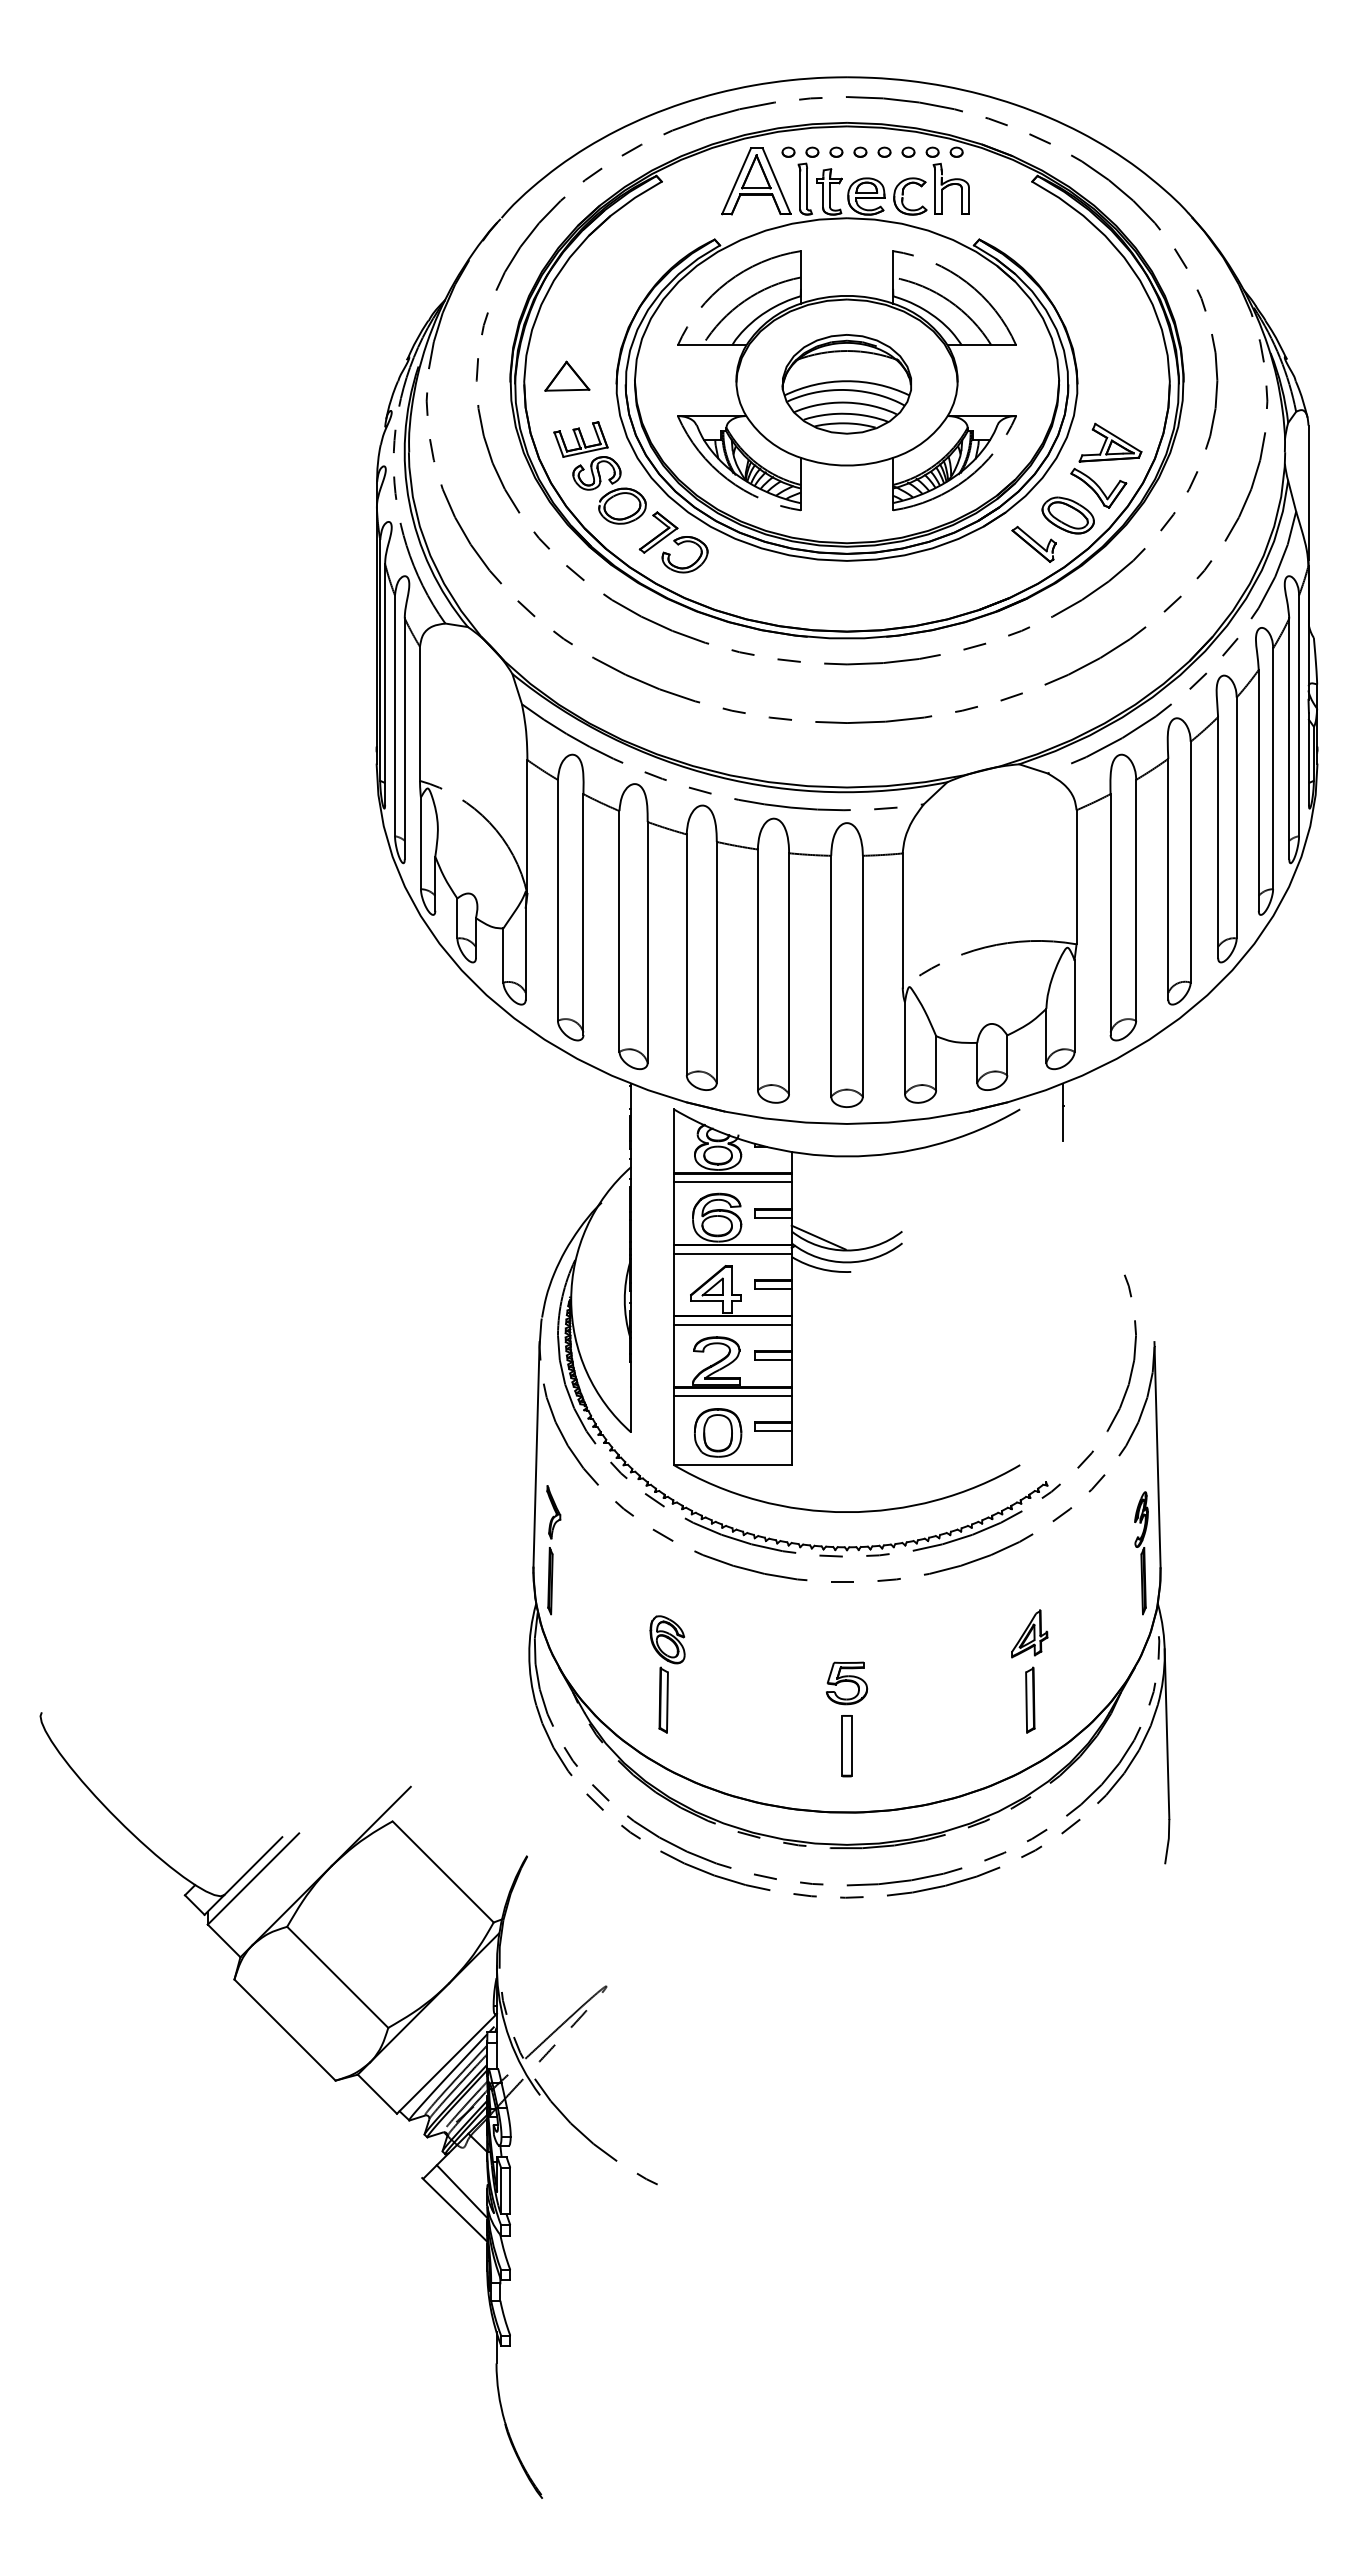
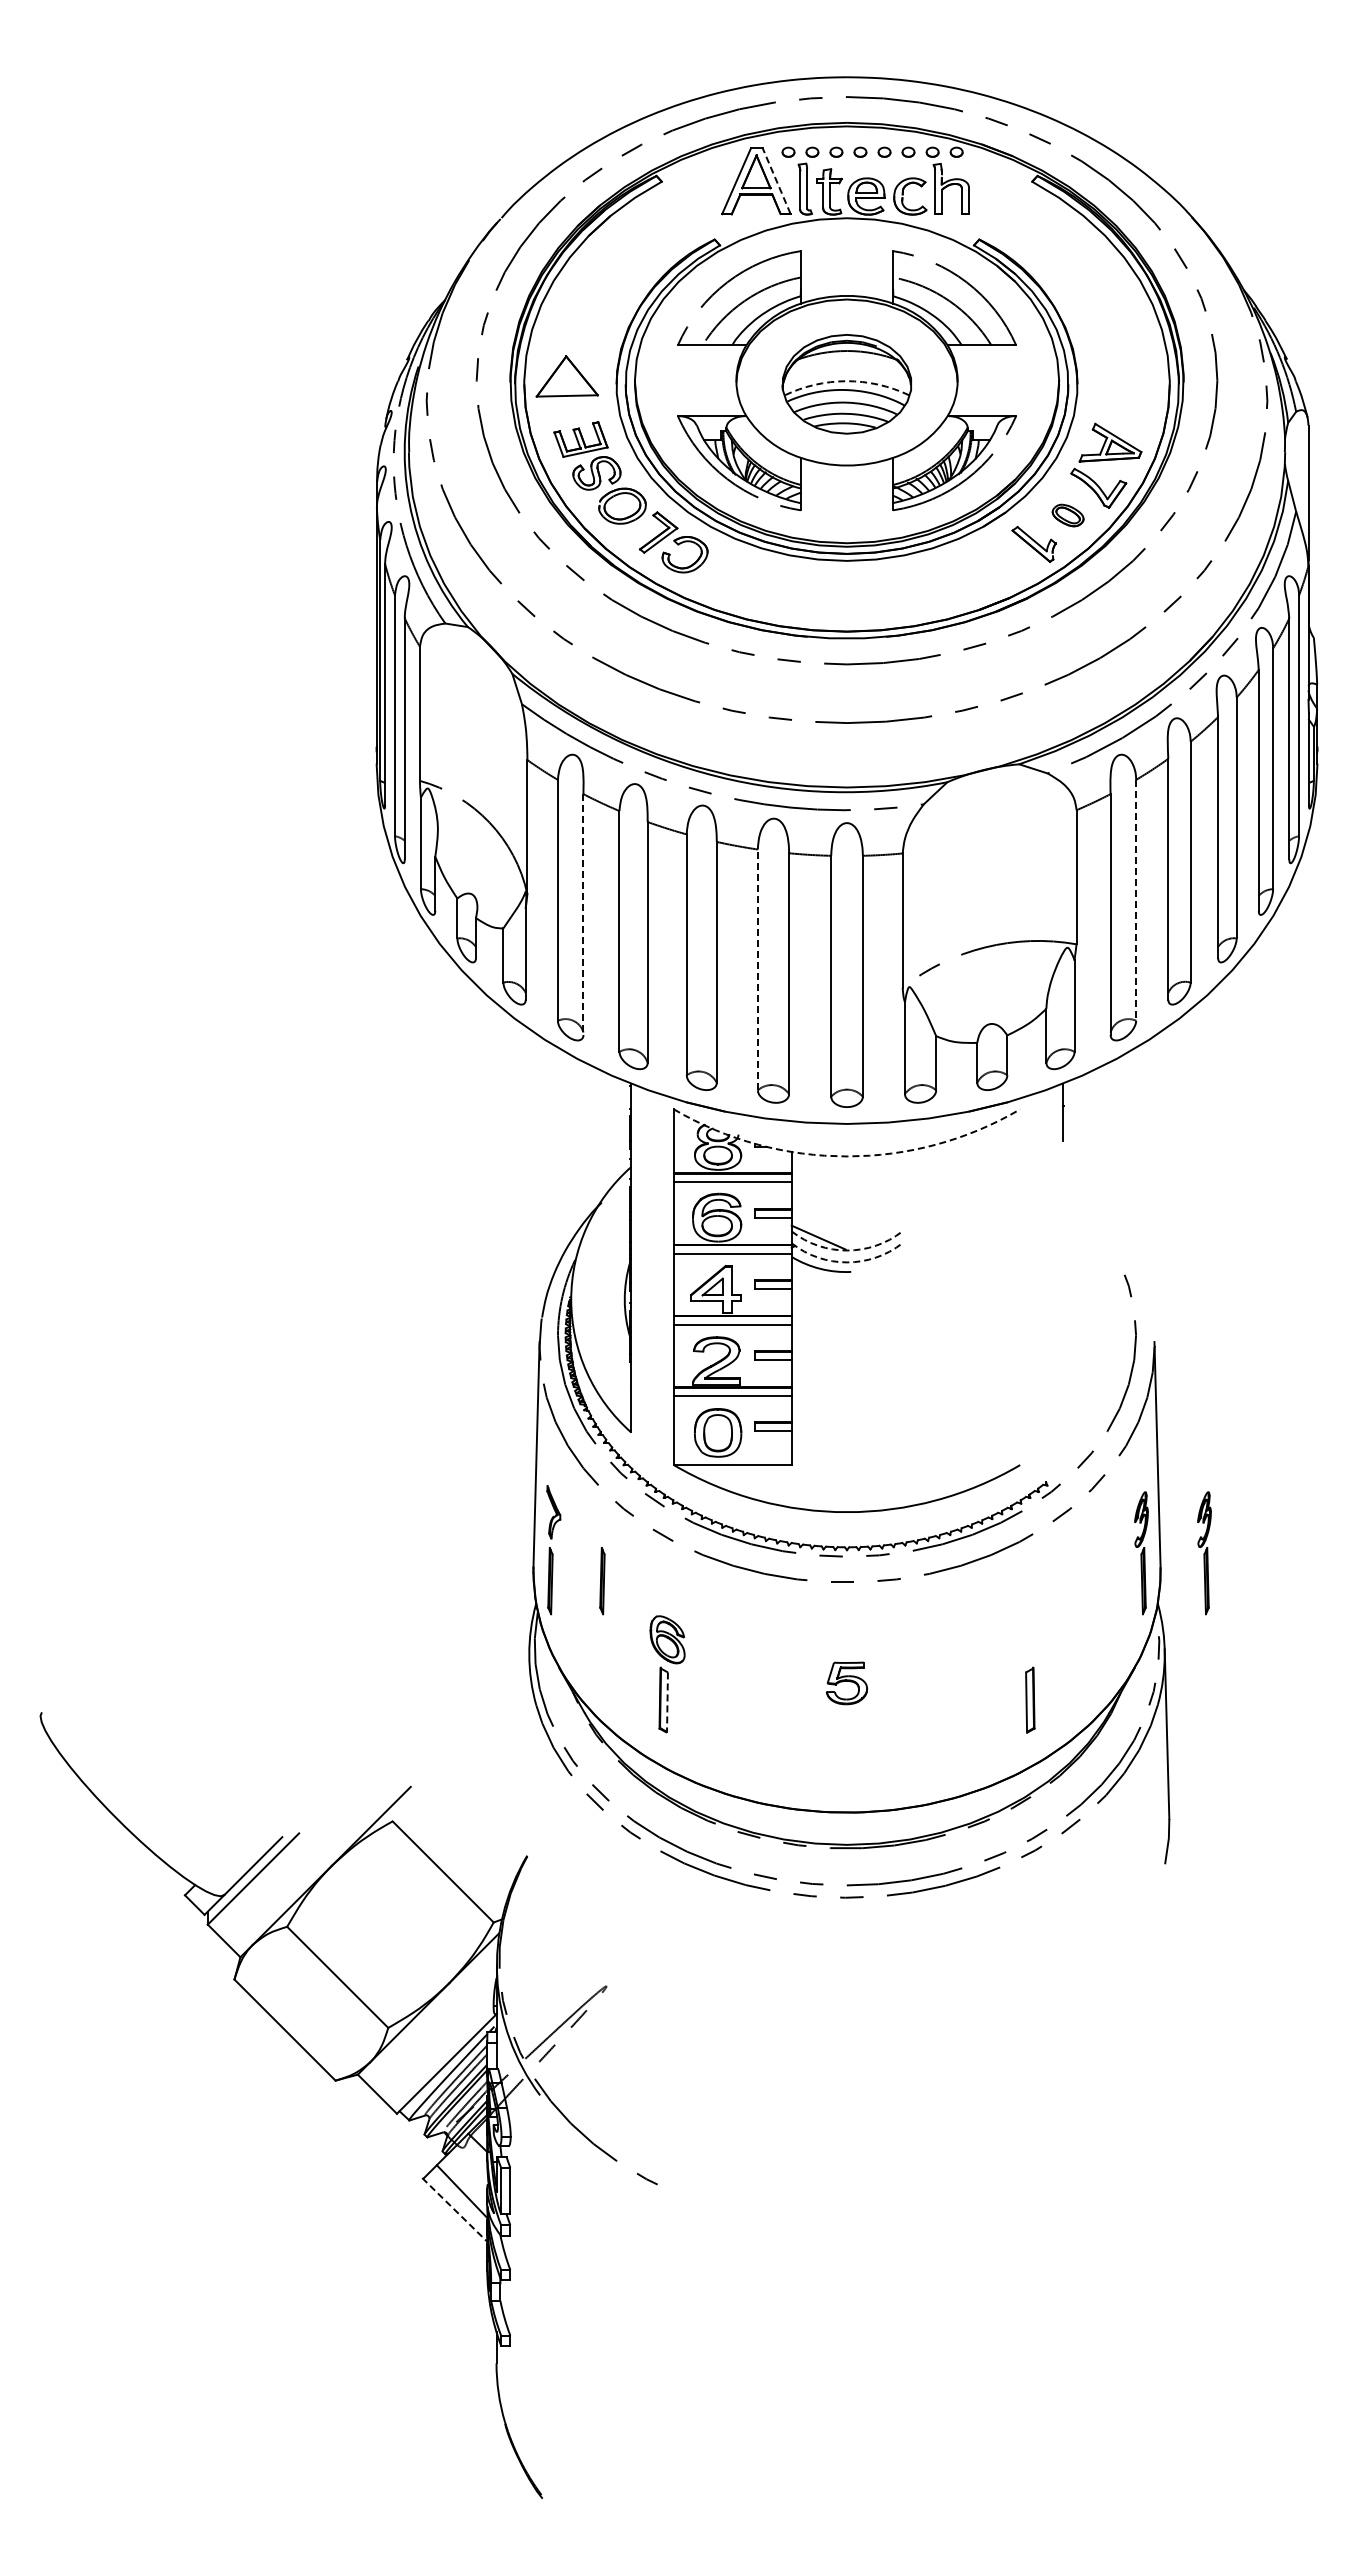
line at (776, 181): solid -> dashed
part at (567, 375) size: 47x32 px -> 64x43 px
arc at (846, 381): solid -> dashed
part at (1067, 515) size: 54x39 px -> 34x25 px
line at (1136, 900): solid -> dashed
line at (583, 915): solid -> dashed
line at (757, 969): solid -> dashed
arc at (847, 1156): solid -> dashed
arc at (847, 1250): solid -> dashed
arc at (847, 1262): solid -> dashed
part at (1204, 1553): none -> present
part at (602, 1581): none -> present
part at (1029, 1633): present -> none
line at (667, 1703): solid -> dashed
part at (846, 1746): present -> none
line at (454, 2209): solid -> dashed
